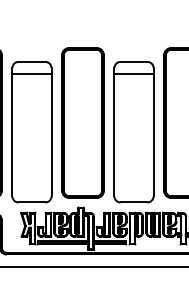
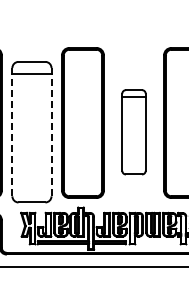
line at (51, 131): solid -> dashed
line at (12, 132): solid -> dashed
part at (133, 132) size: 42x143 px -> 26x87 px
